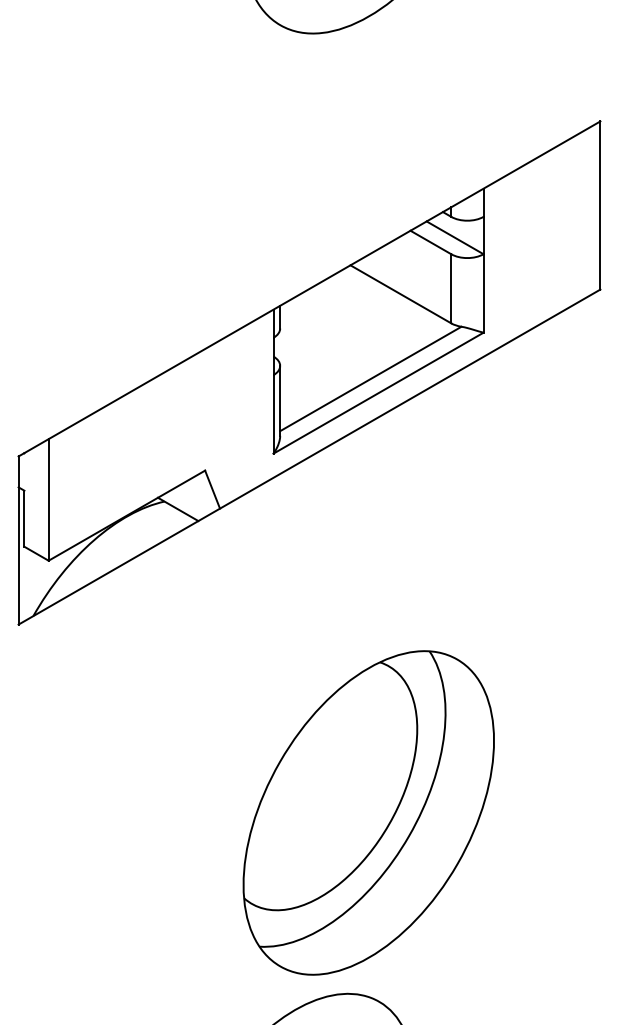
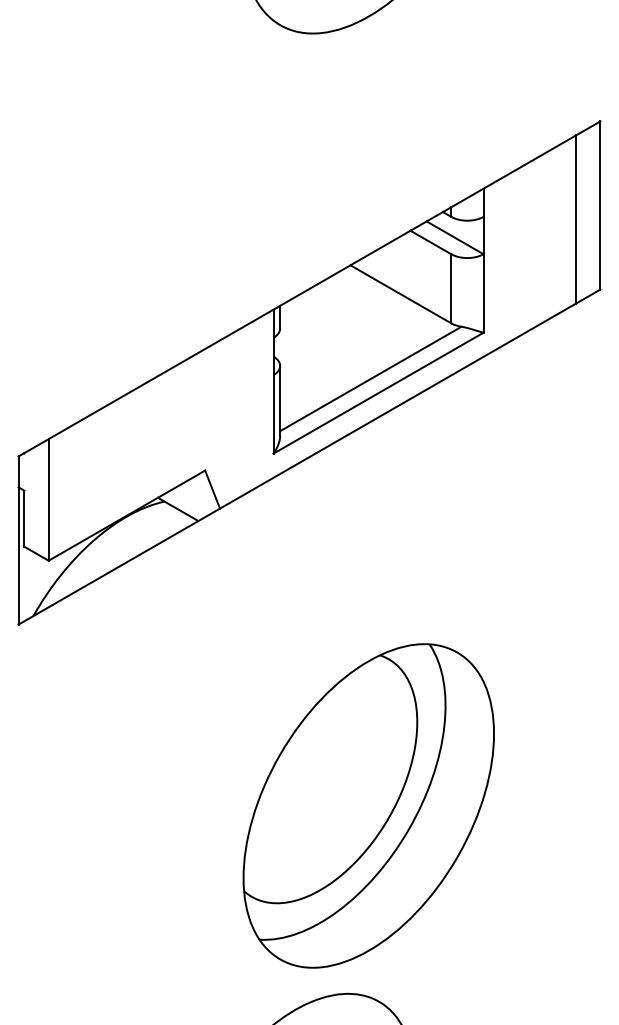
line at (576, 219): none -> present
part at (368, 812) position: (368, 812) -> (368, 805)
